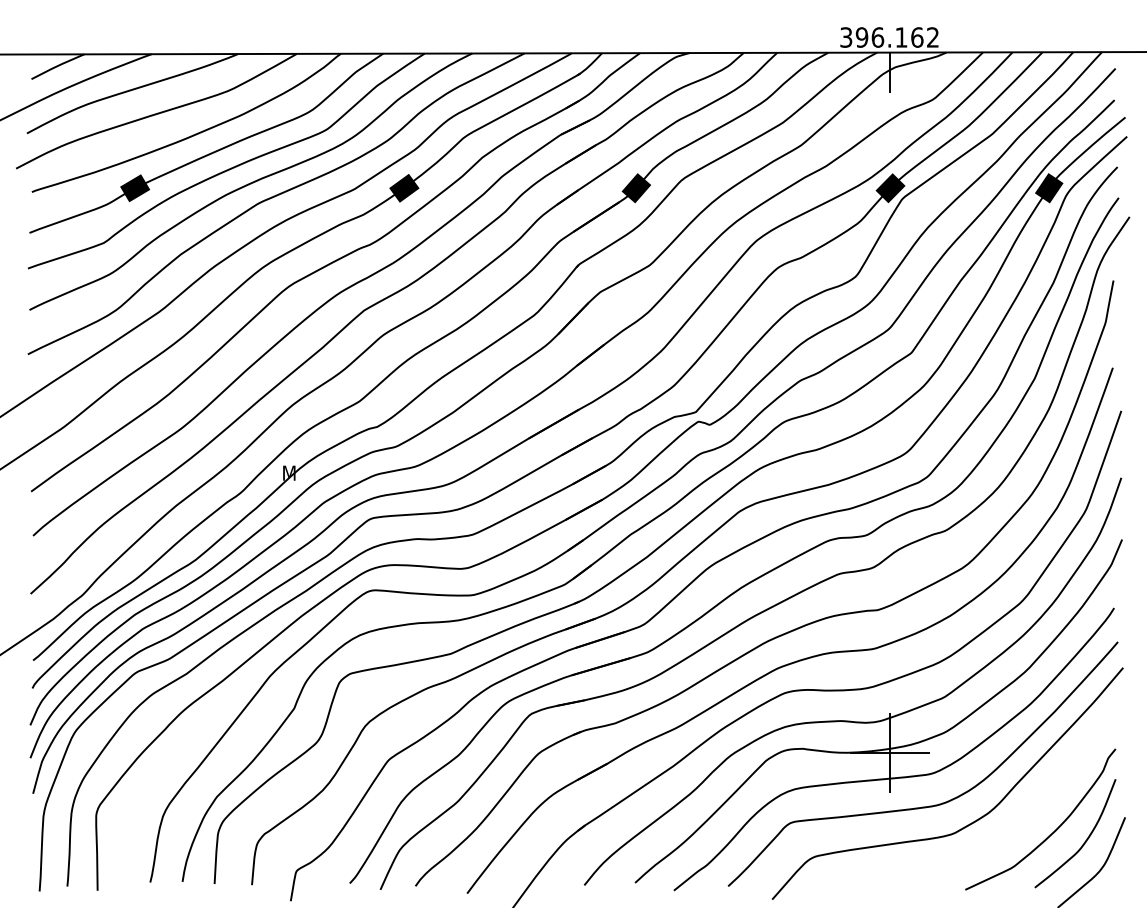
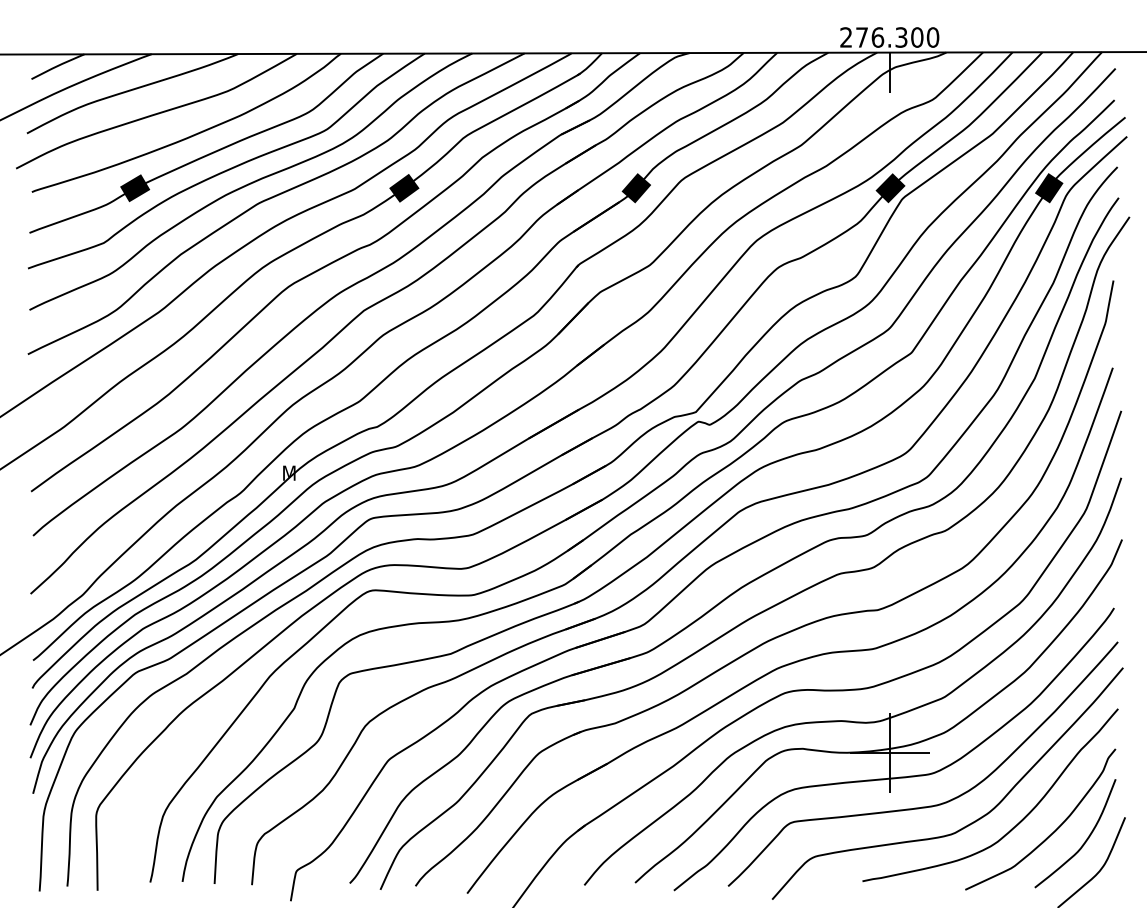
text at (889, 37): 396.162 -> 276.300
curve at (1012, 827): none -> present
